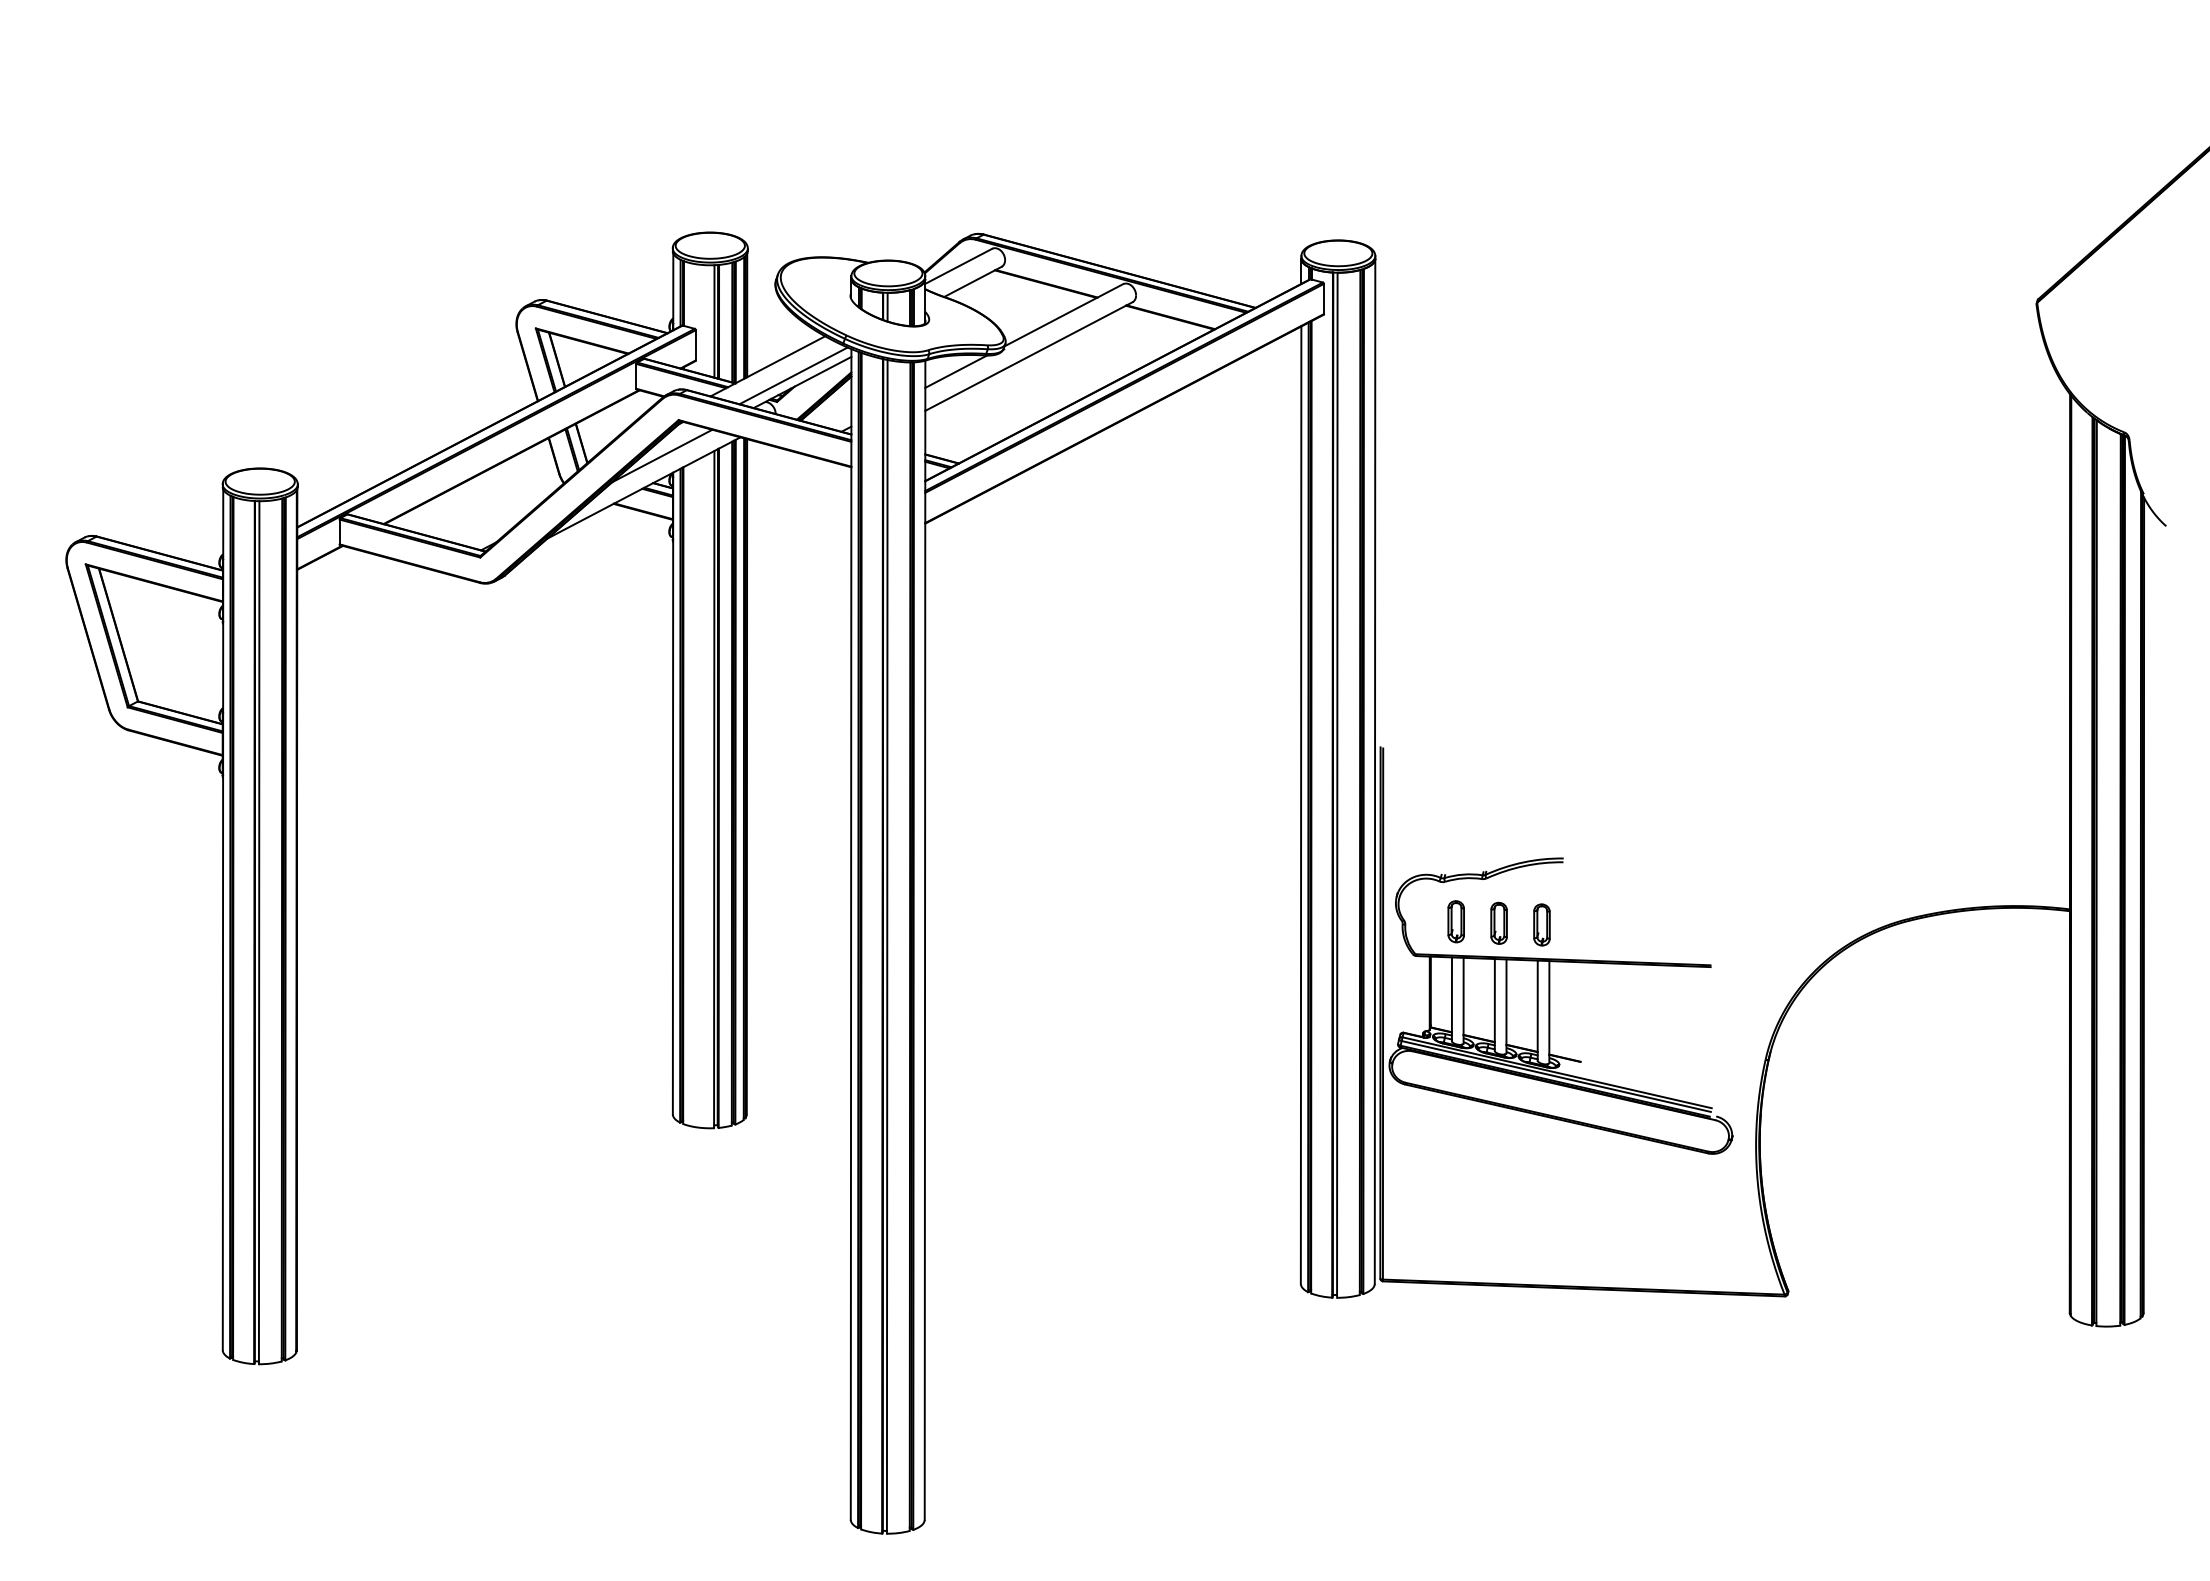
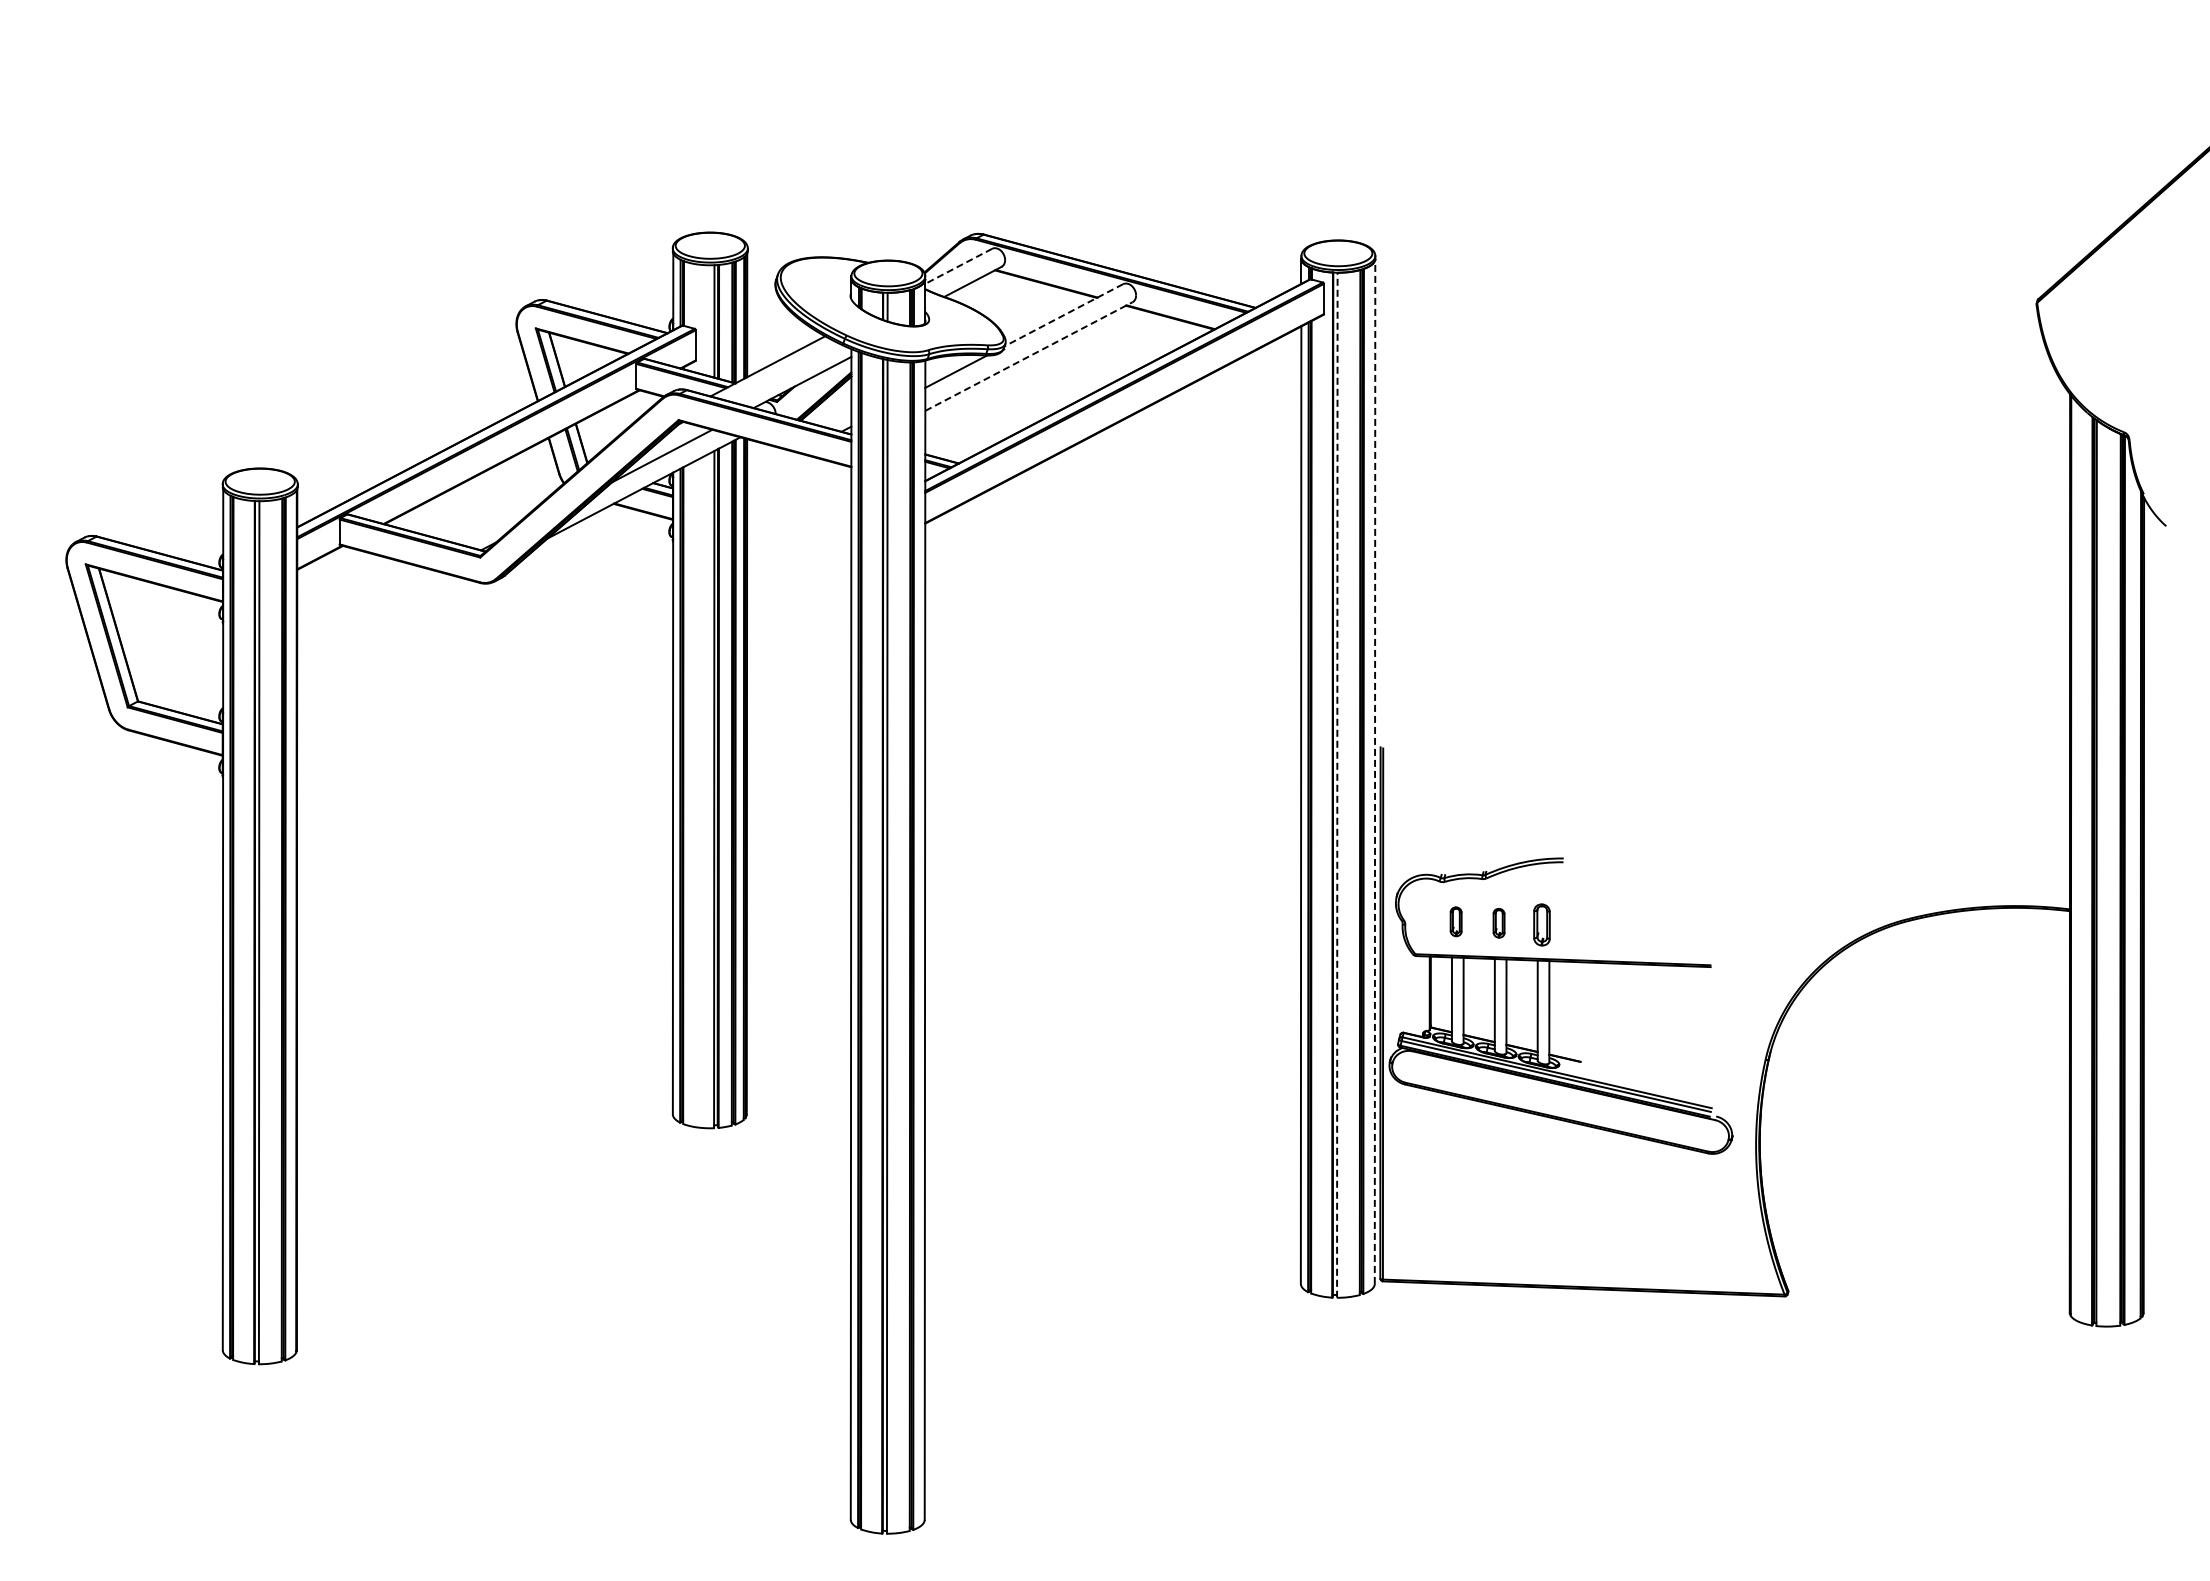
line at (958, 266): solid -> dashed
line at (1063, 315): solid -> dashed
line at (1029, 356): solid -> dashed
line at (793, 375): present -> none
line at (1375, 771): solid -> dashed
line at (1337, 785): solid -> dashed
part at (1455, 921) size: 18x44 px -> 14x32 px
part at (1498, 922) size: 18x44 px -> 14x32 px
